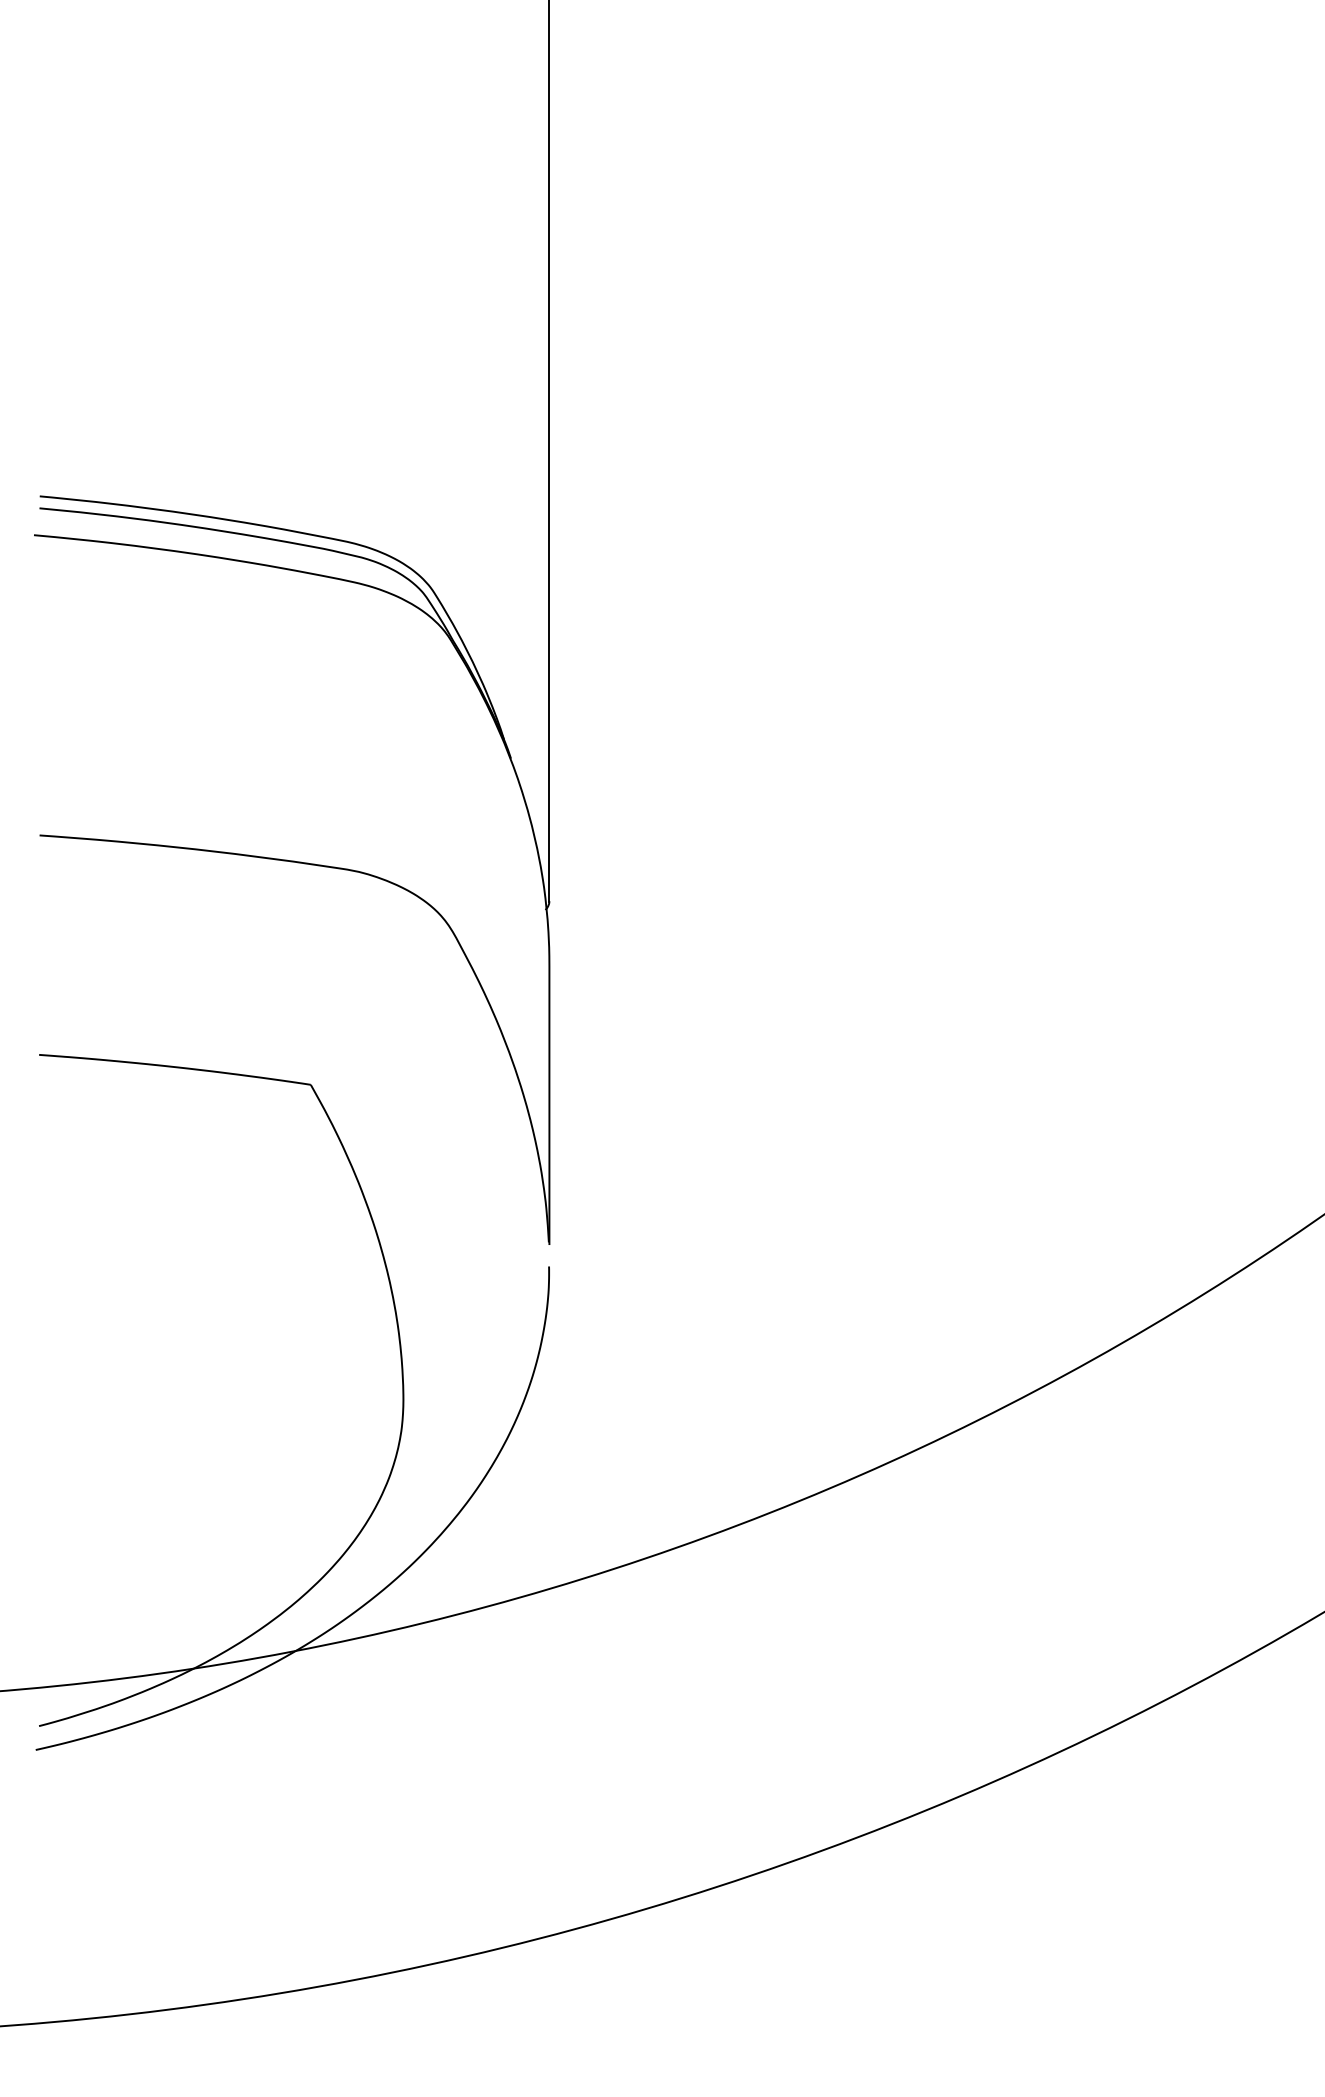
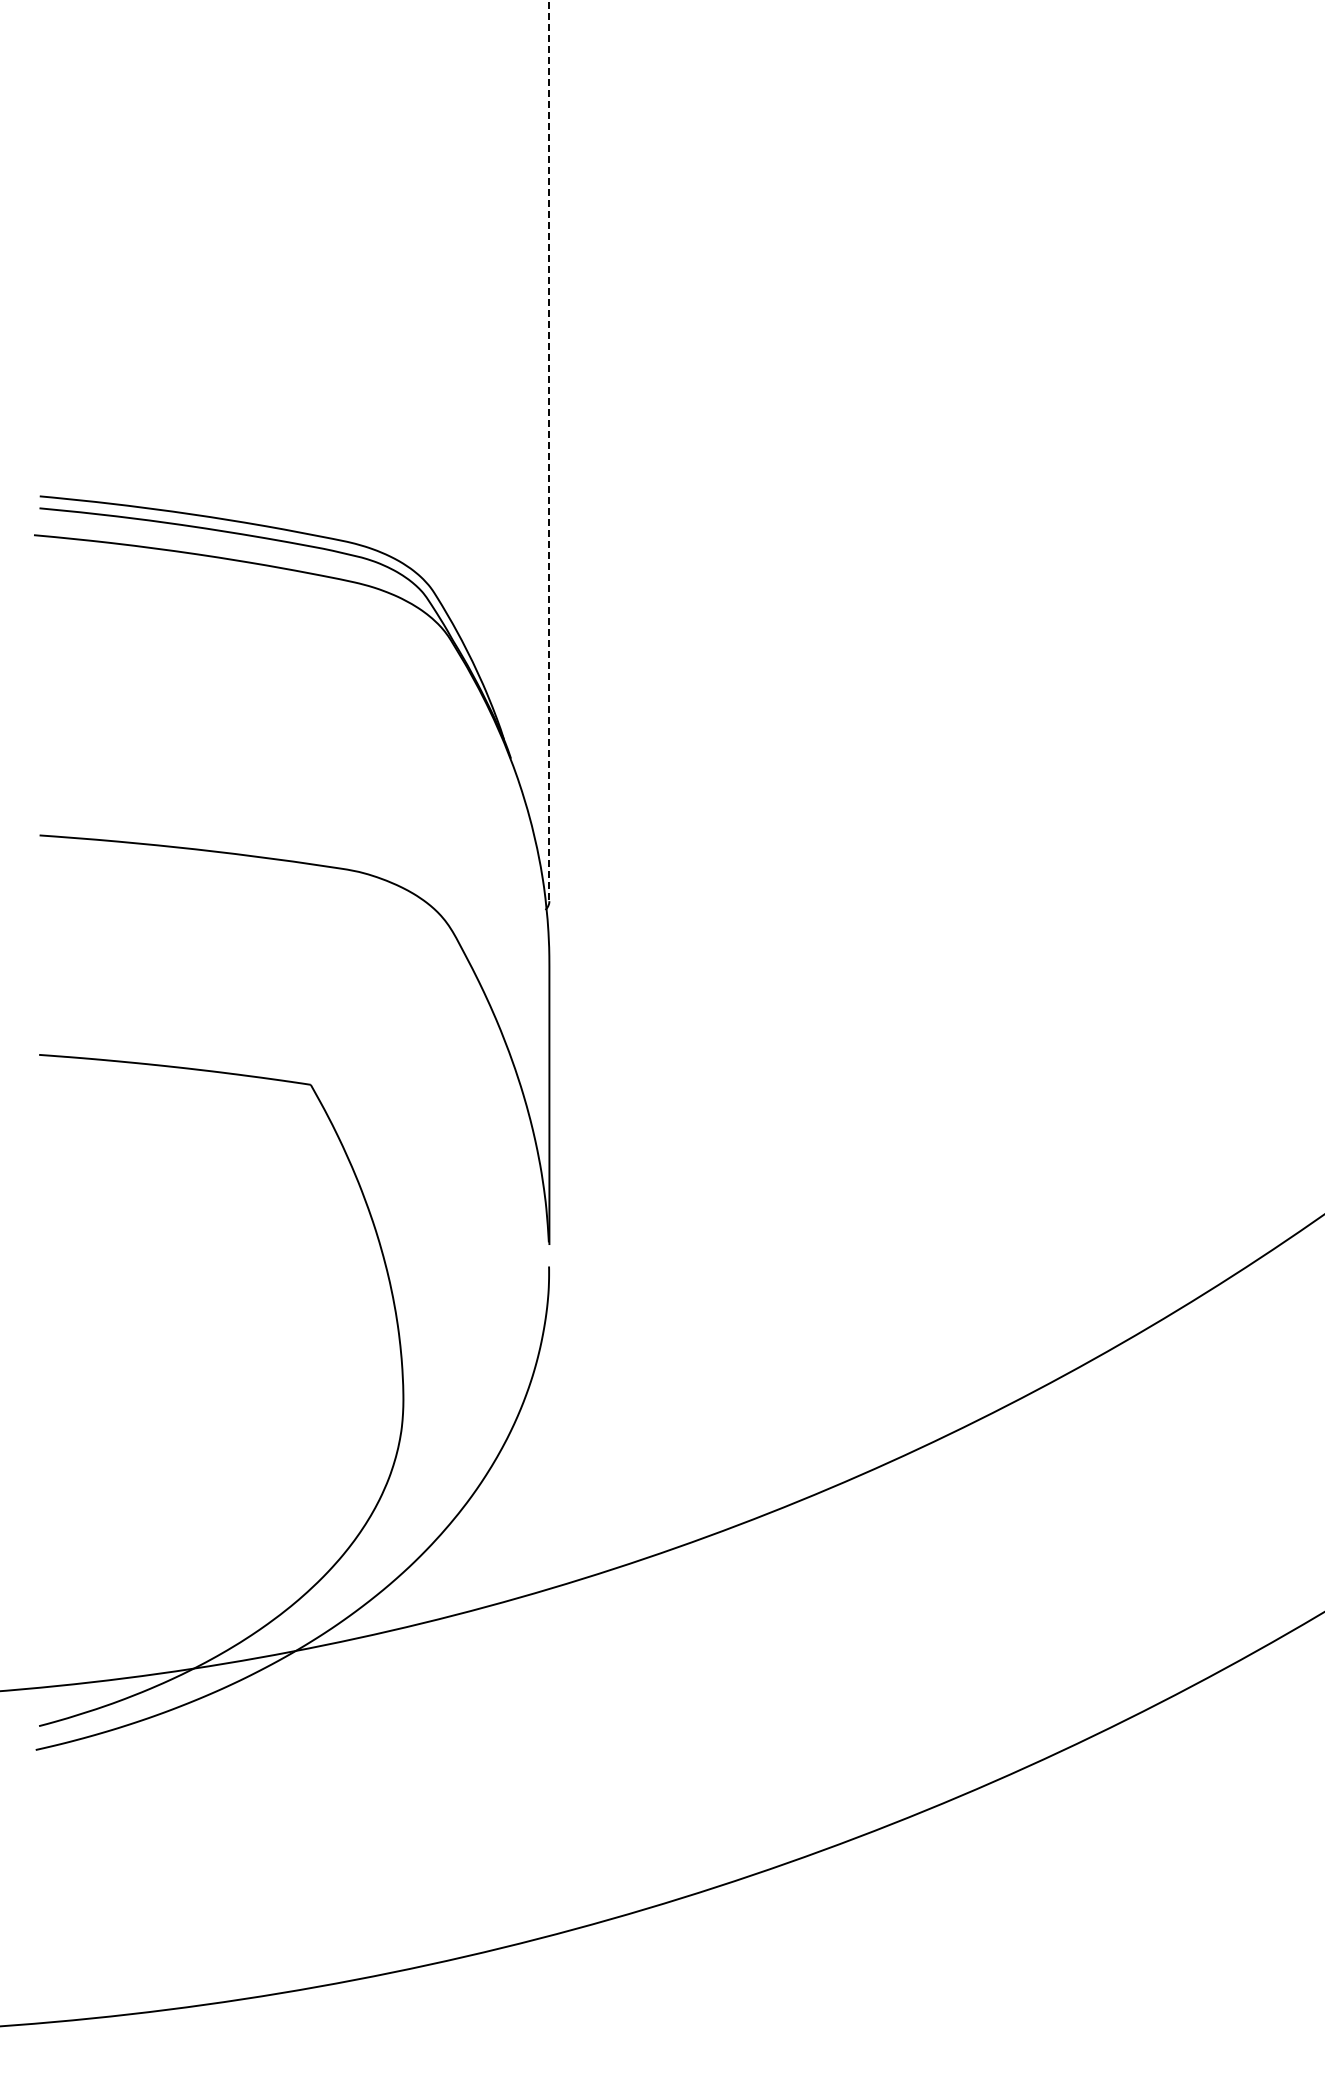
line at (549, 451): solid -> dashed
